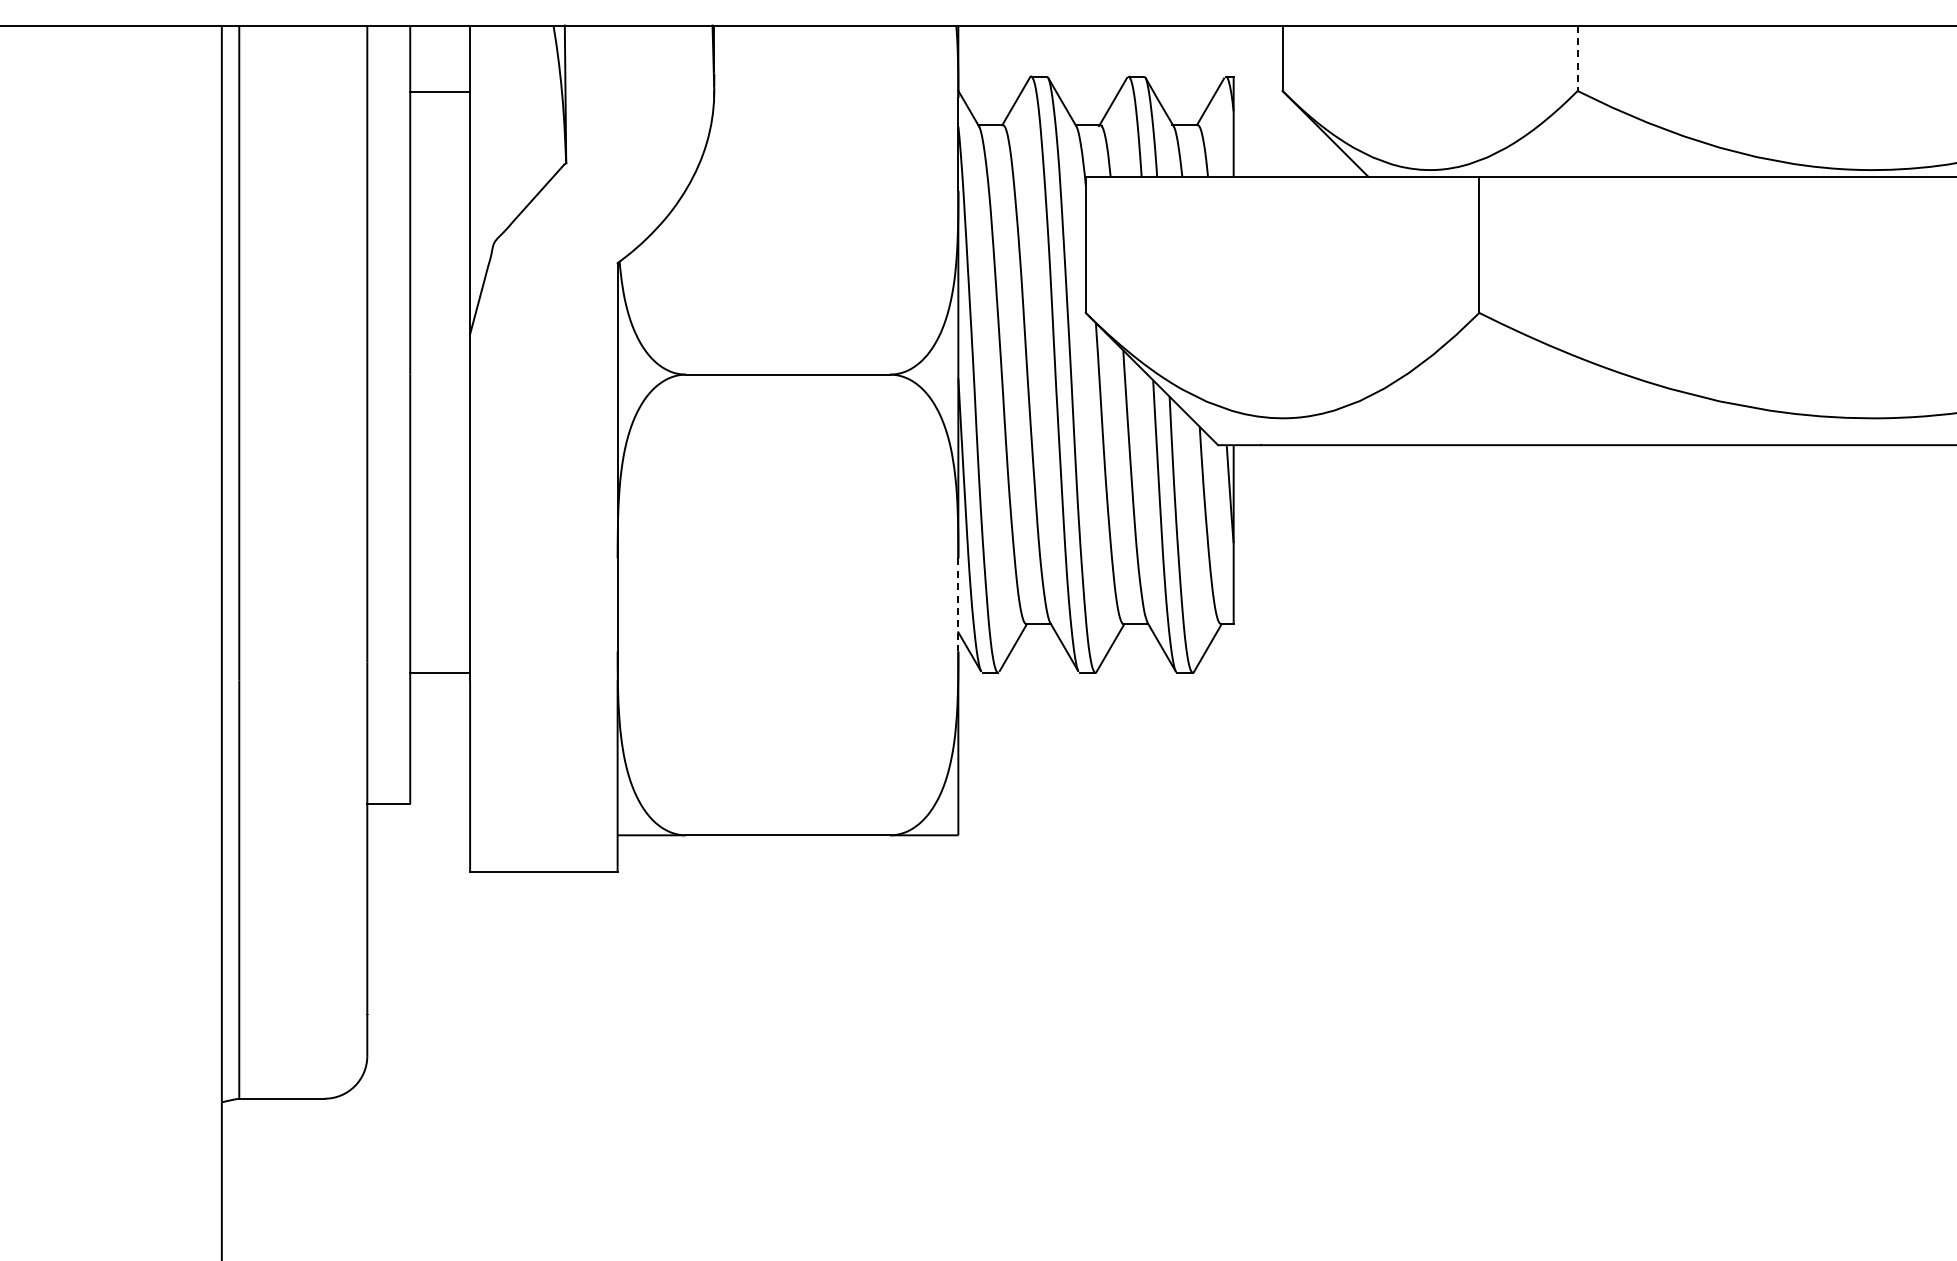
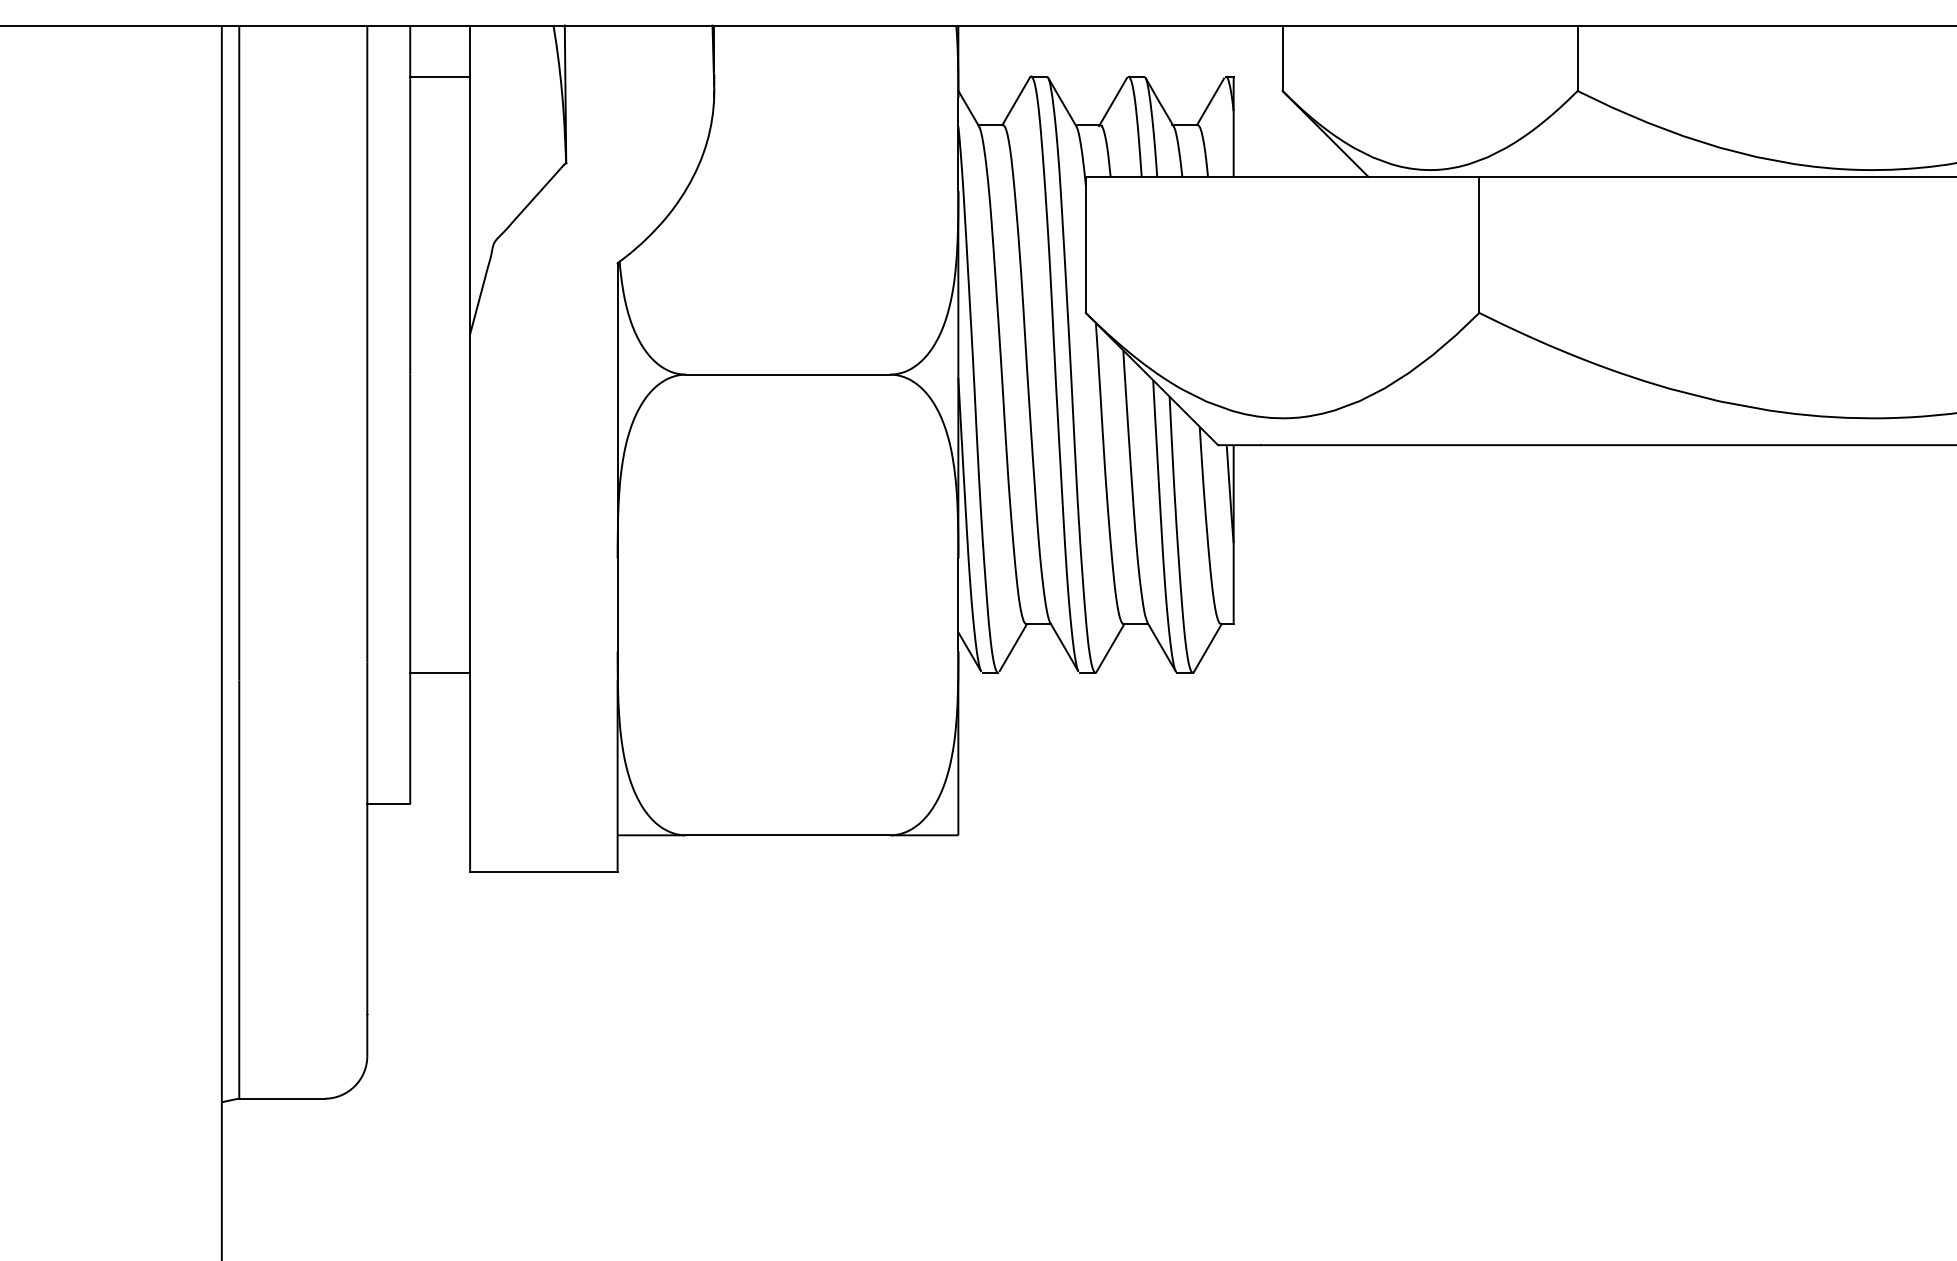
line at (1577, 58): dashed -> solid
line at (440, 91) position: (440, 91) -> (440, 76)
line at (958, 605): dashed -> solid
